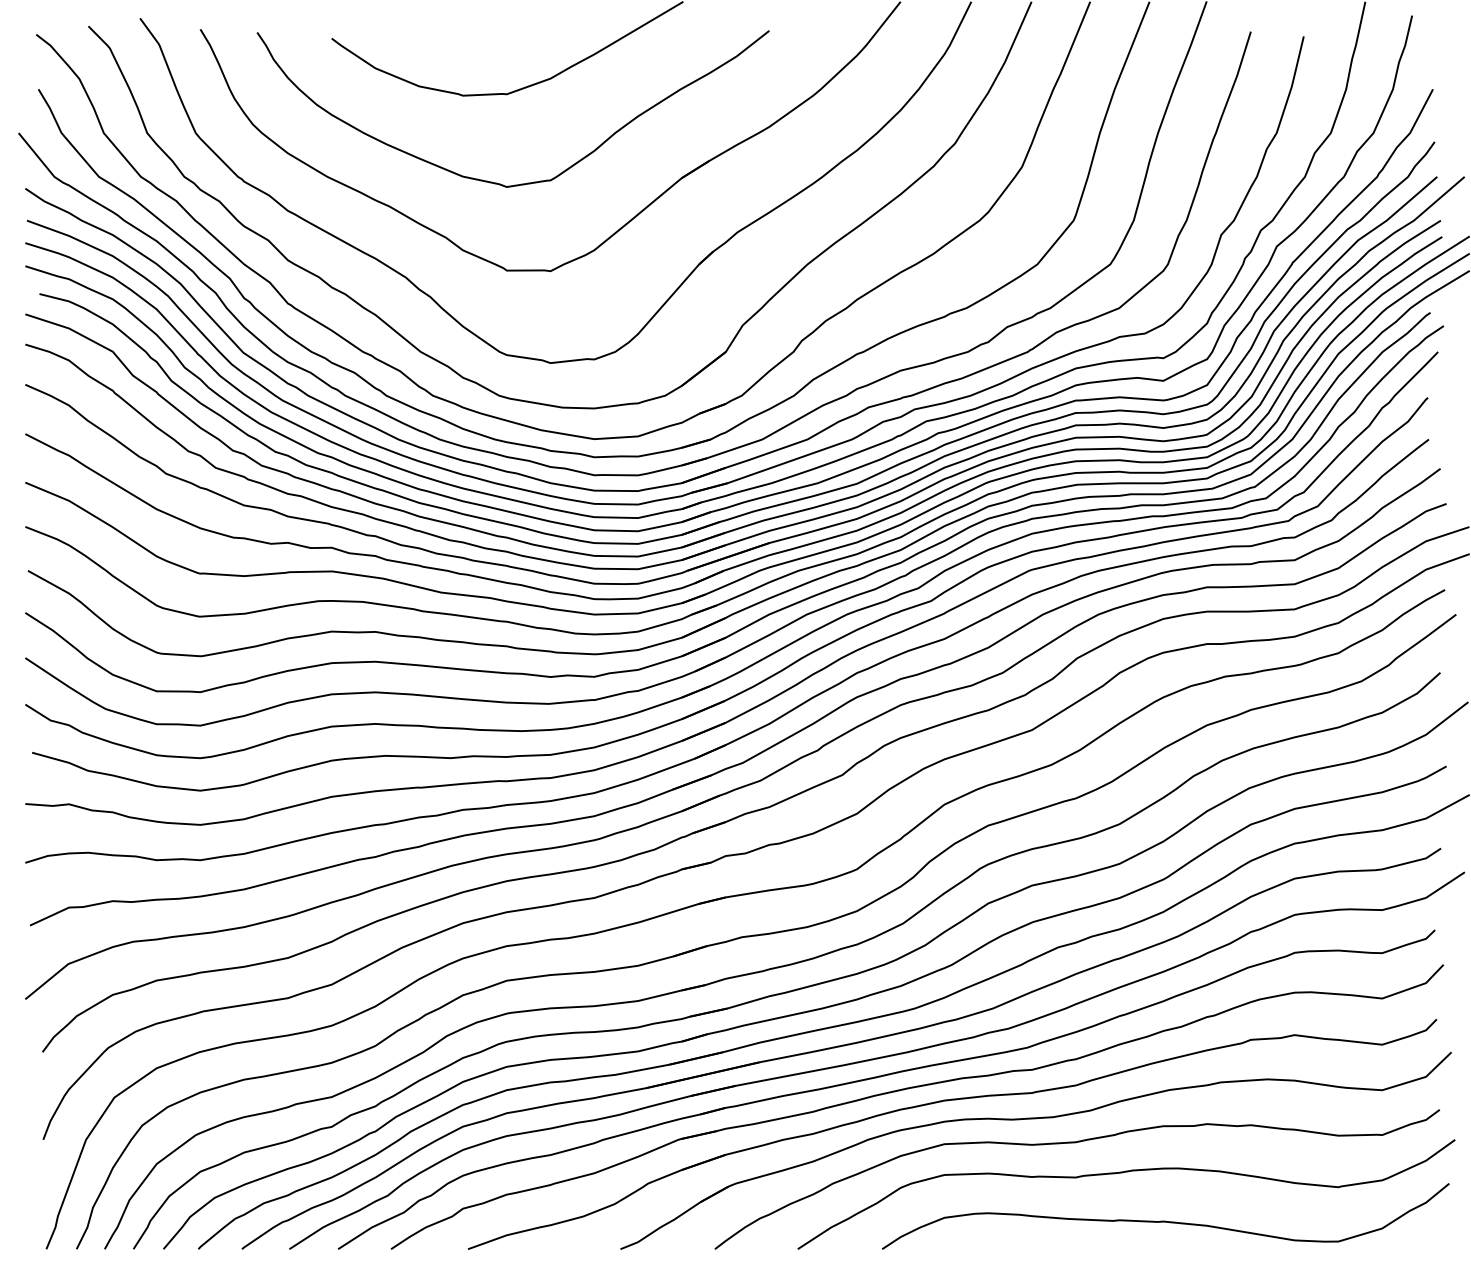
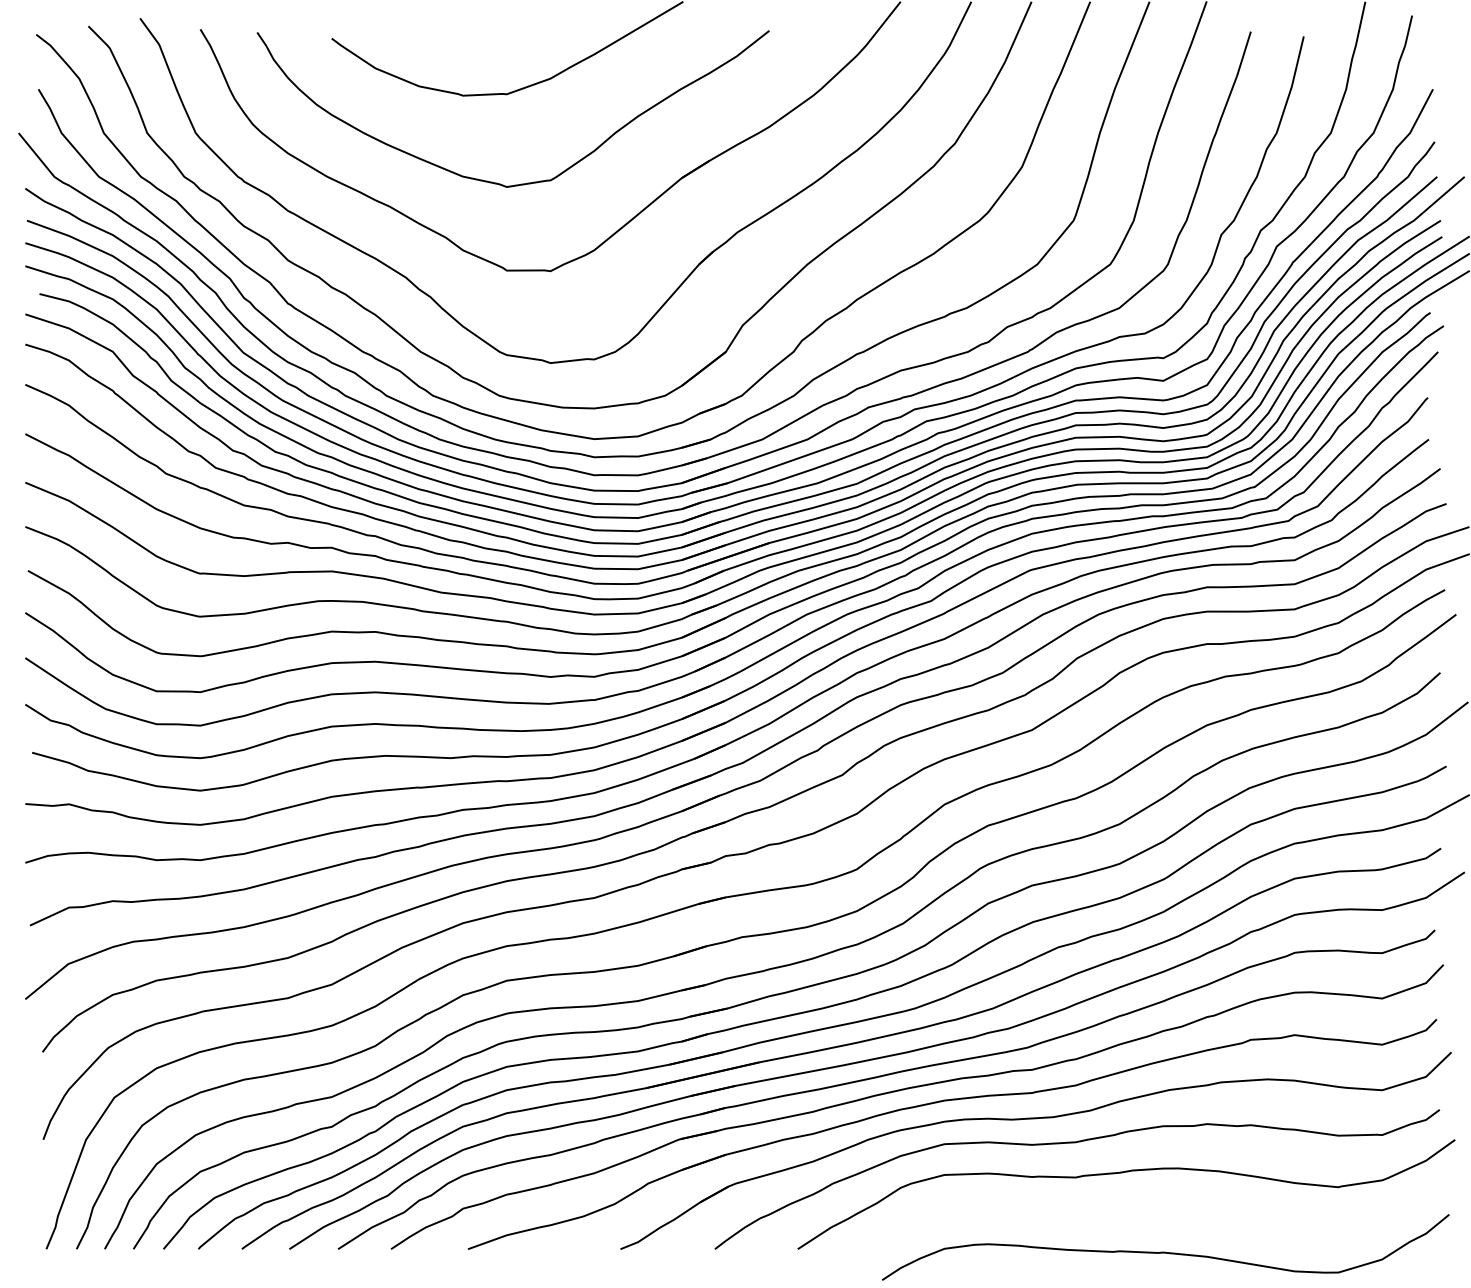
curve at (1165, 1220) position: (1165, 1220) -> (1165, 1251)
